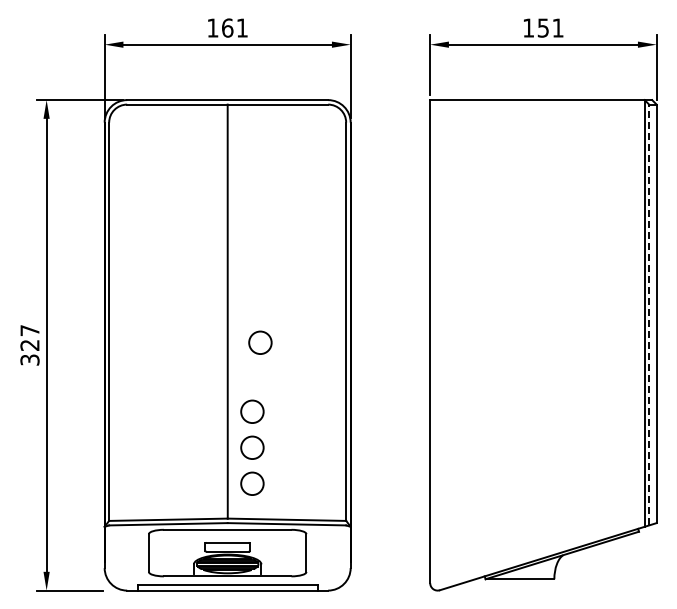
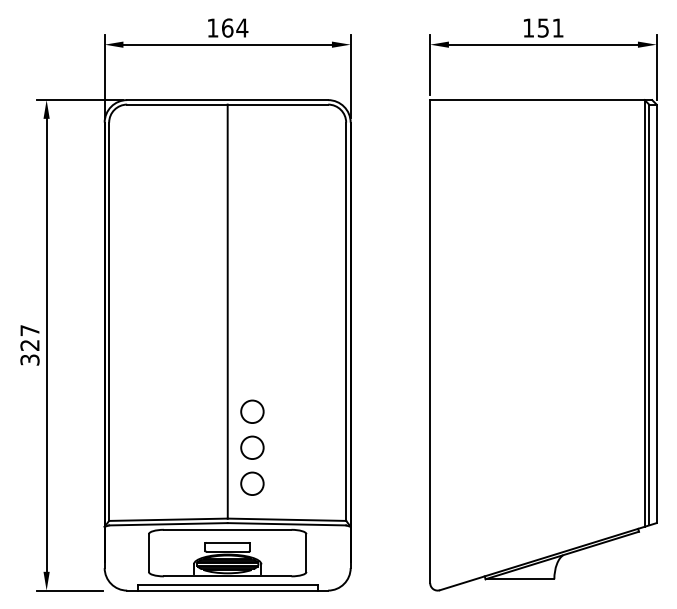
text at (242, 27): 161 -> 164
line at (649, 314): dashed -> solid
circle at (260, 342): present -> none
